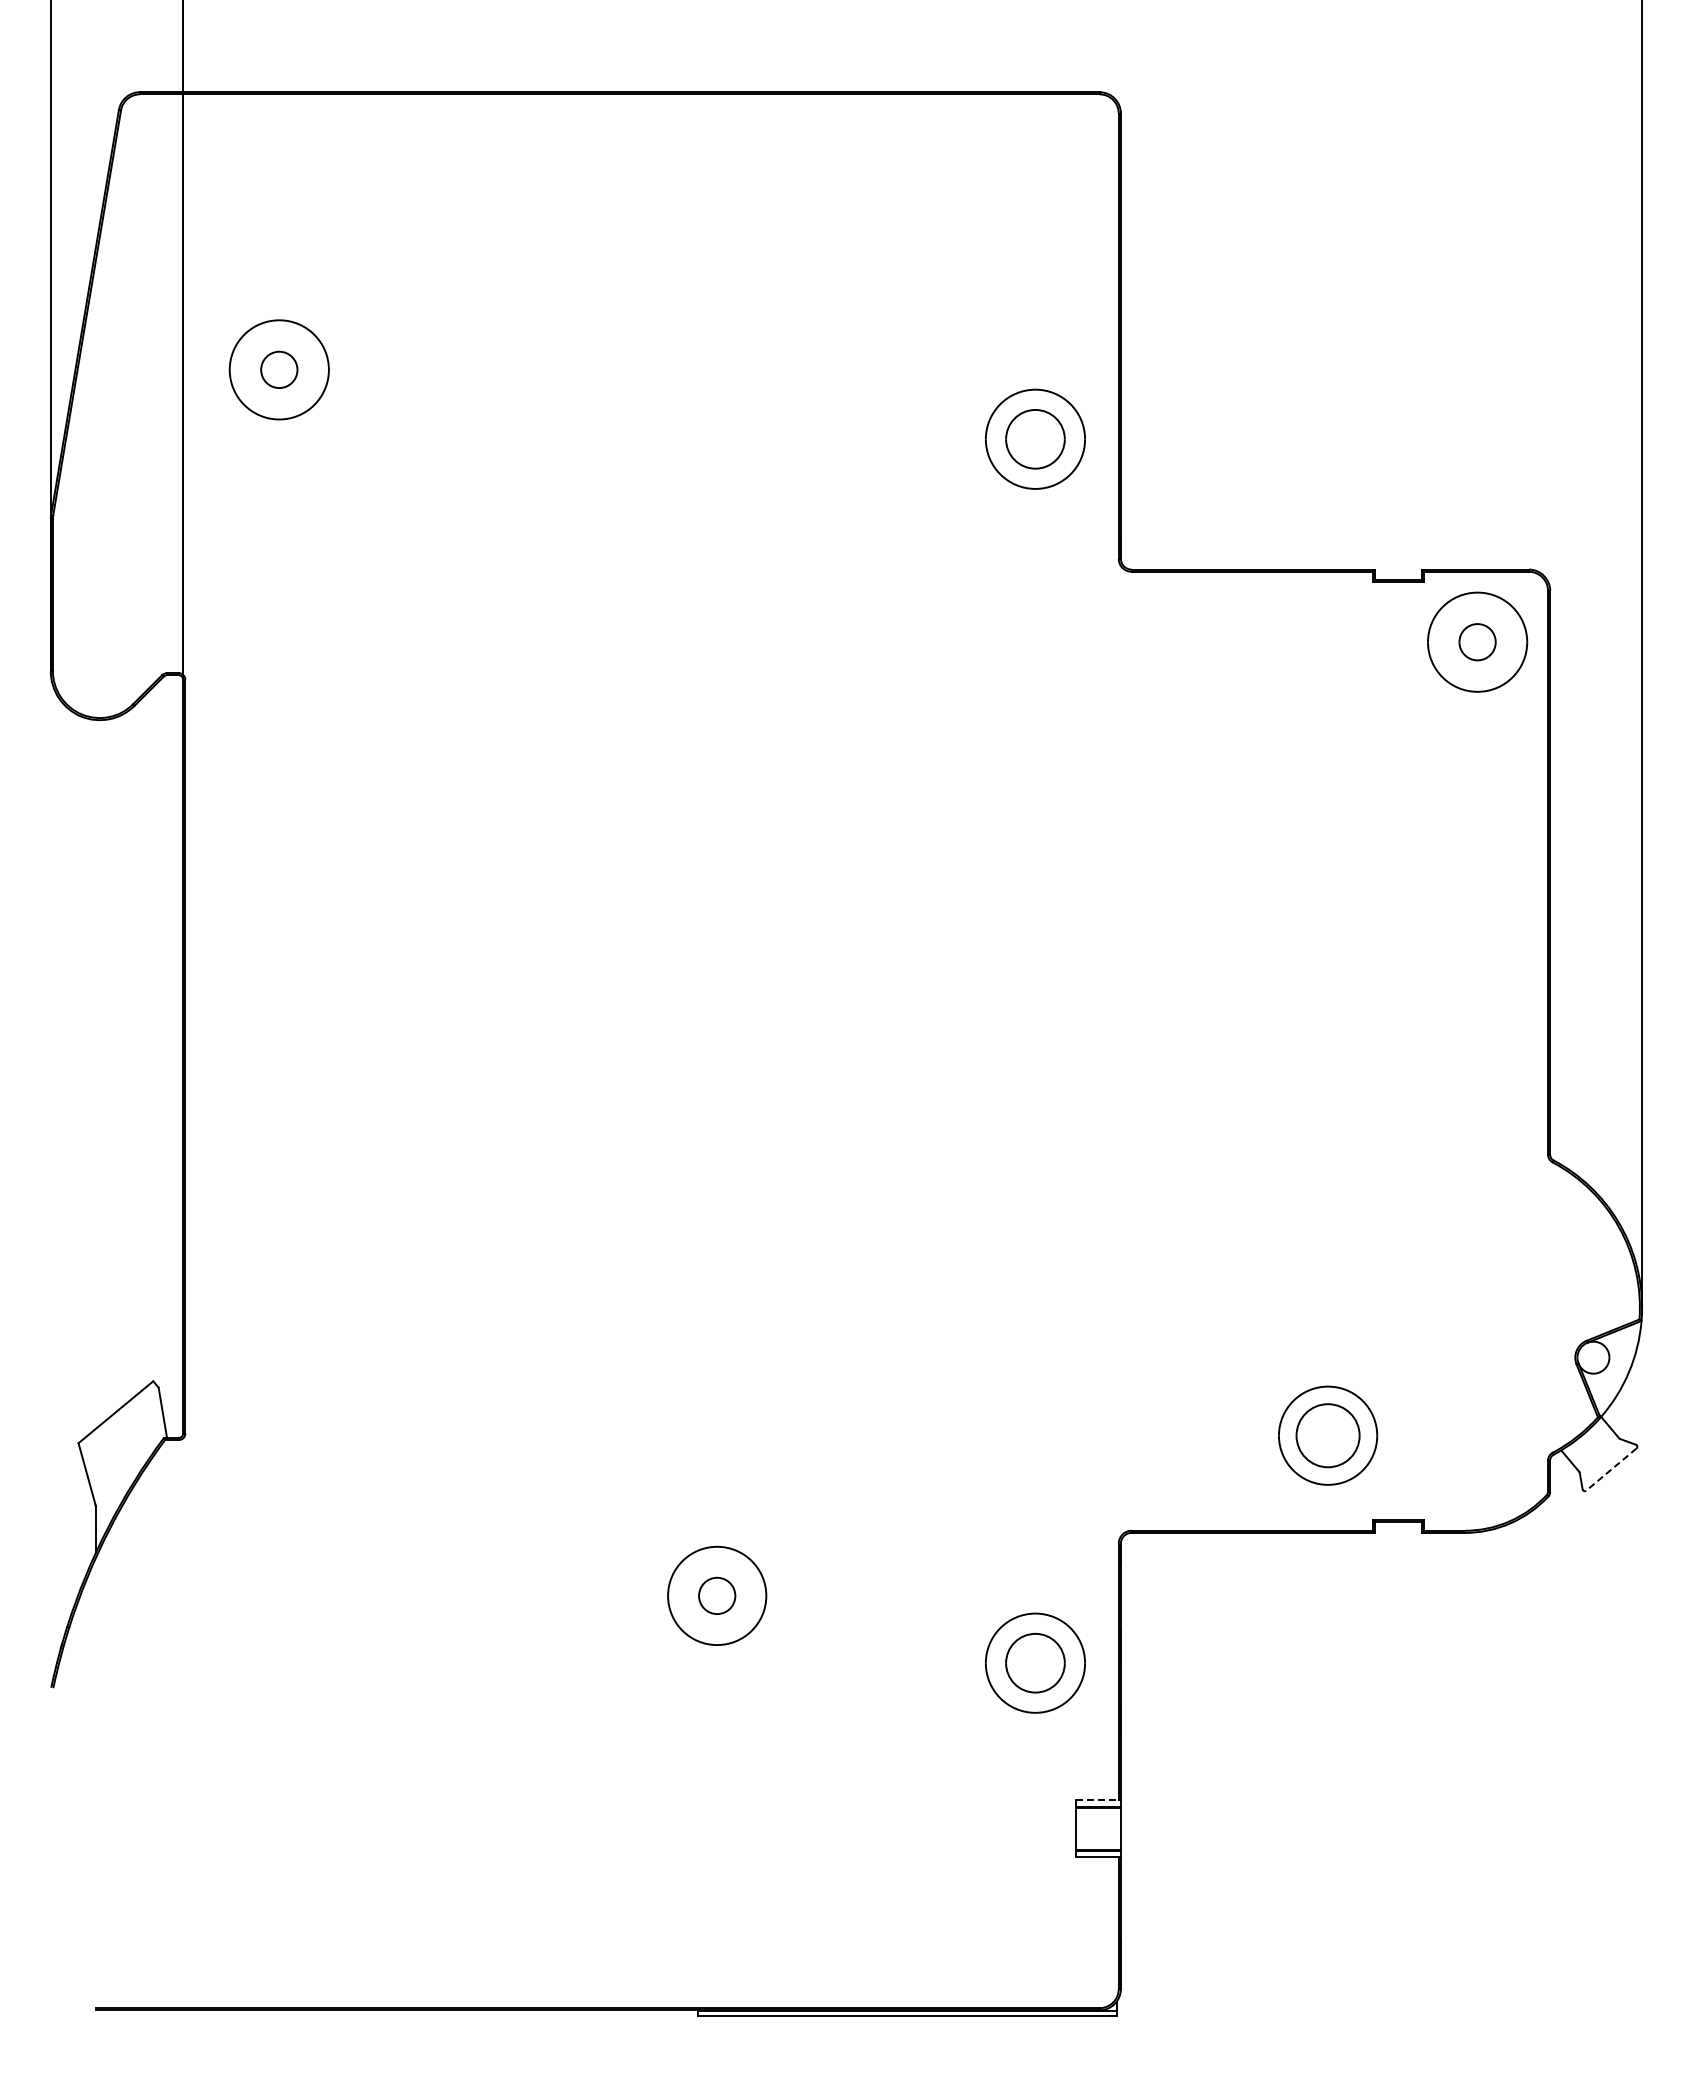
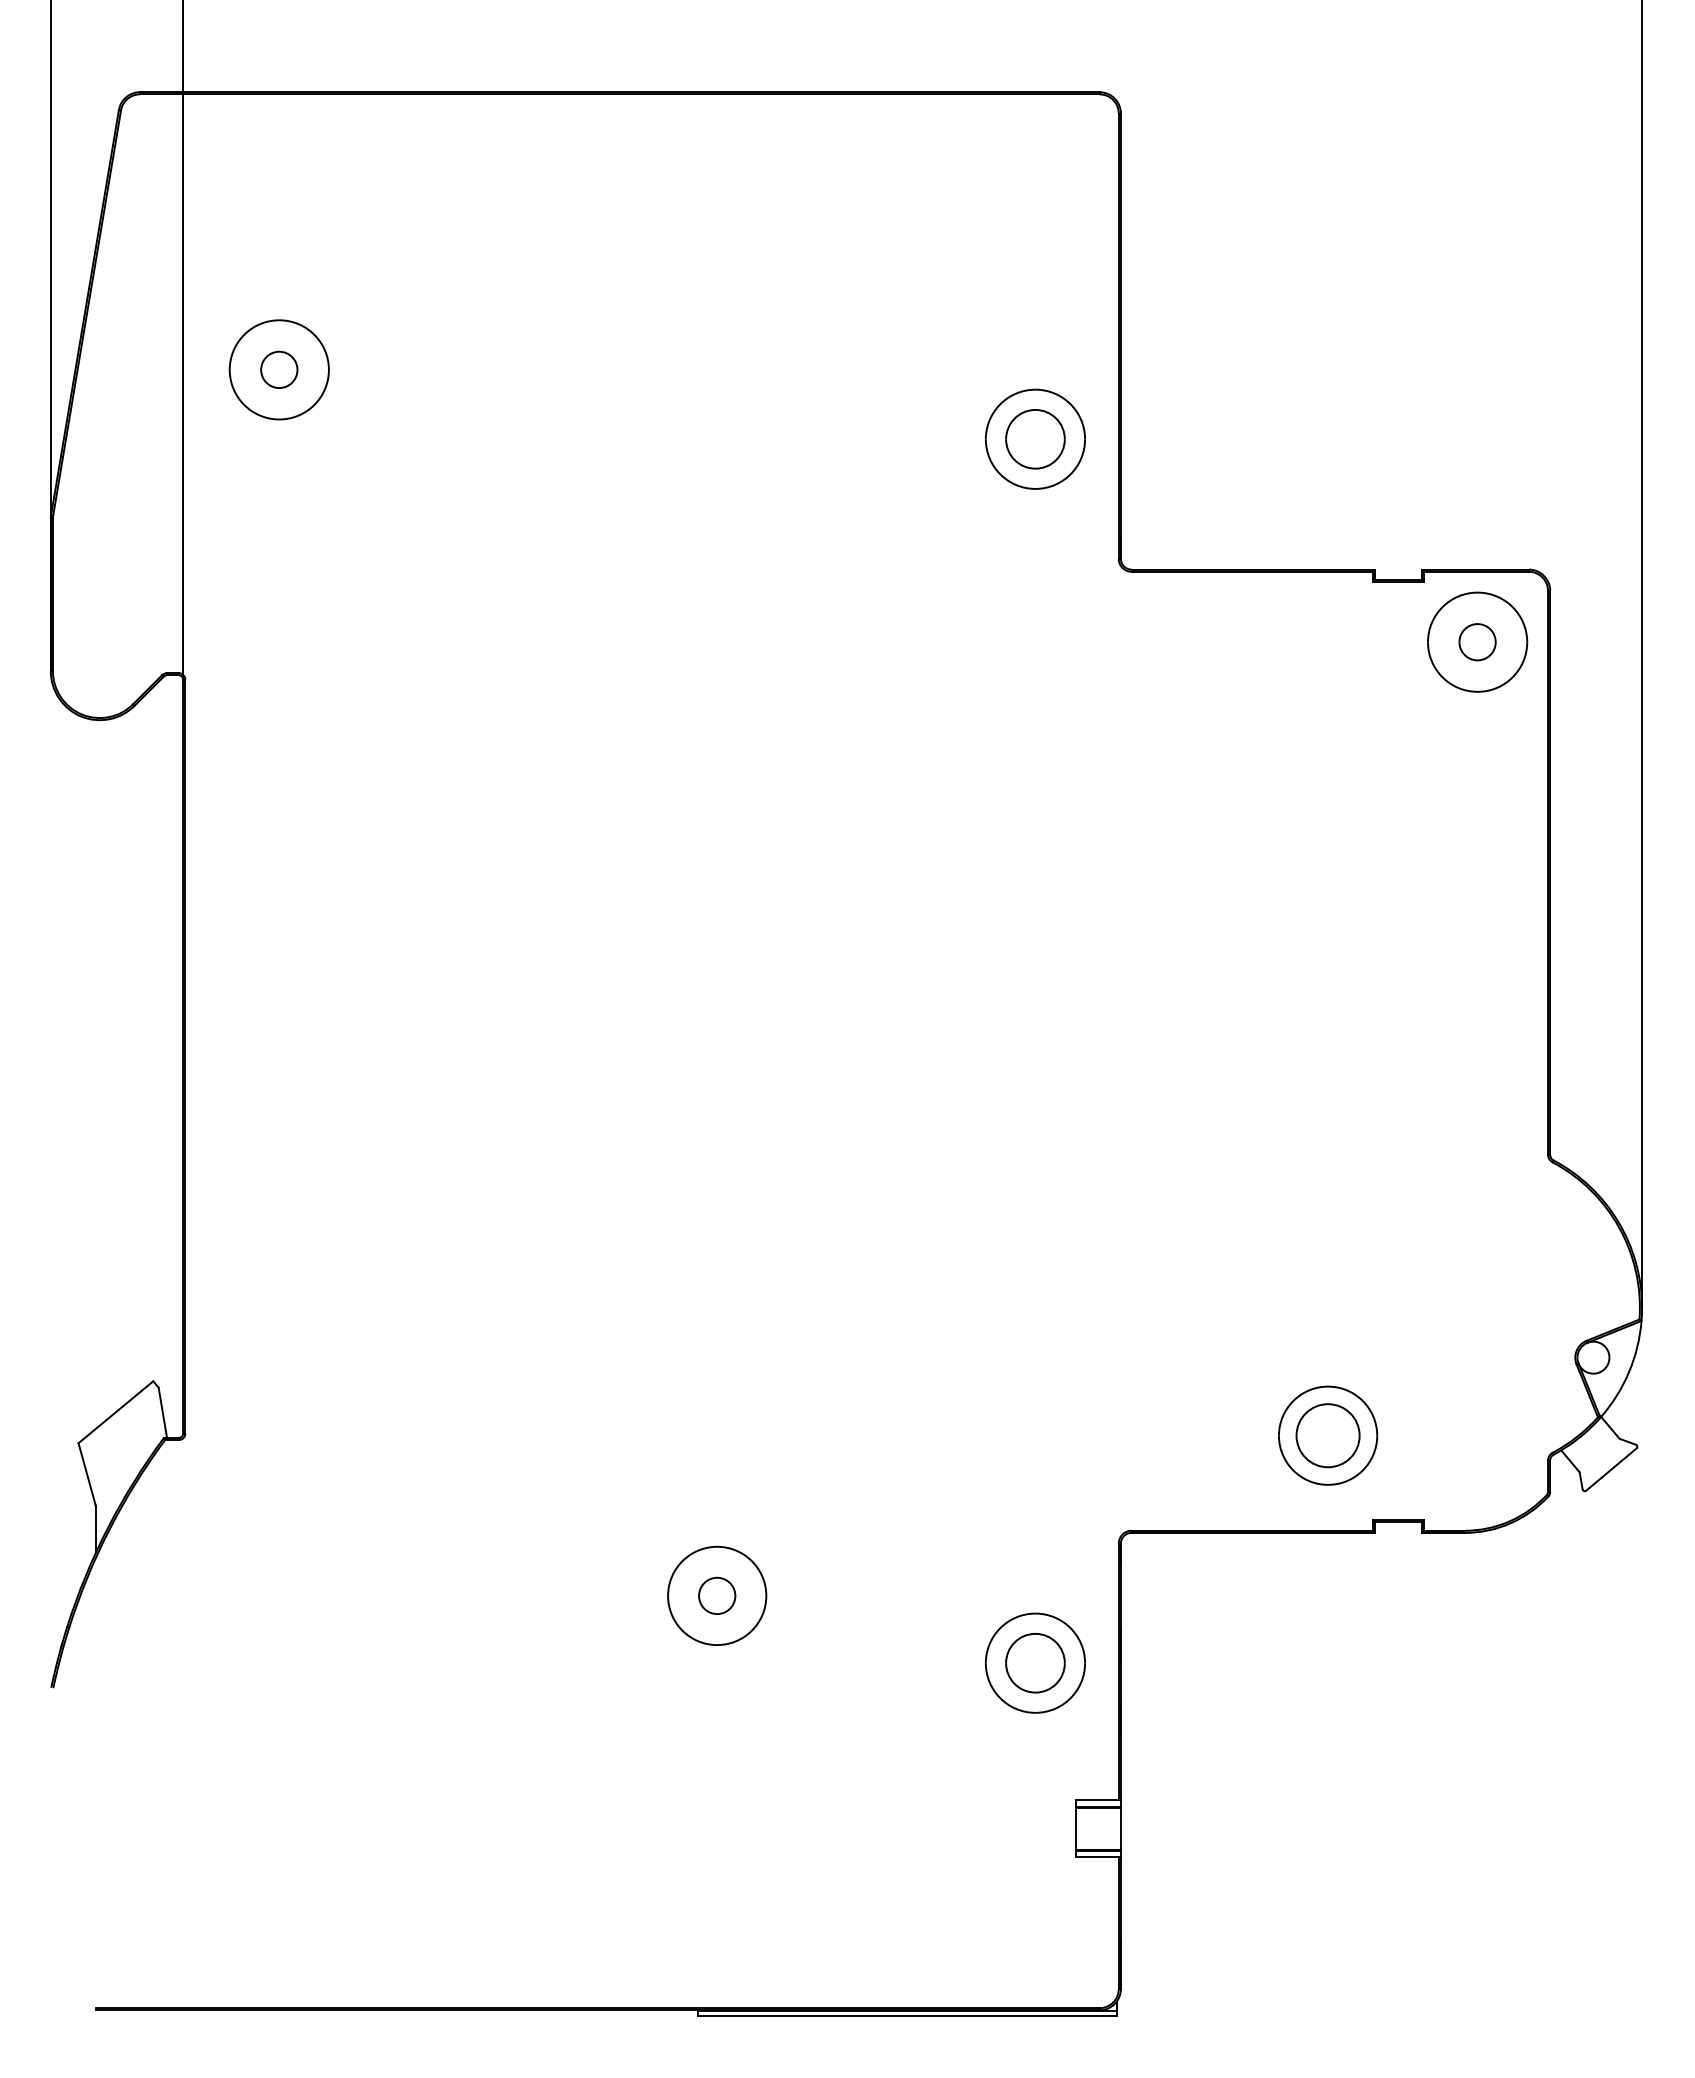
line at (1611, 1469): dashed -> solid
line at (1097, 1800): dashed -> solid
